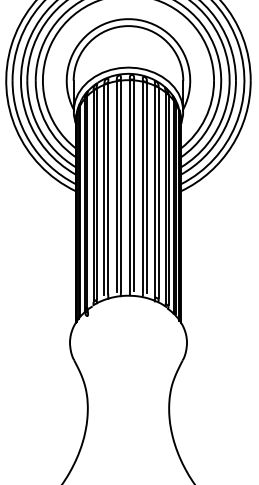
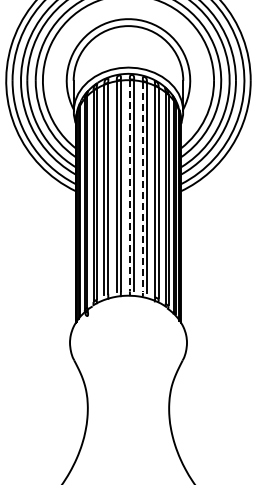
line at (129, 185): solid -> dashed
line at (142, 187): solid -> dashed
